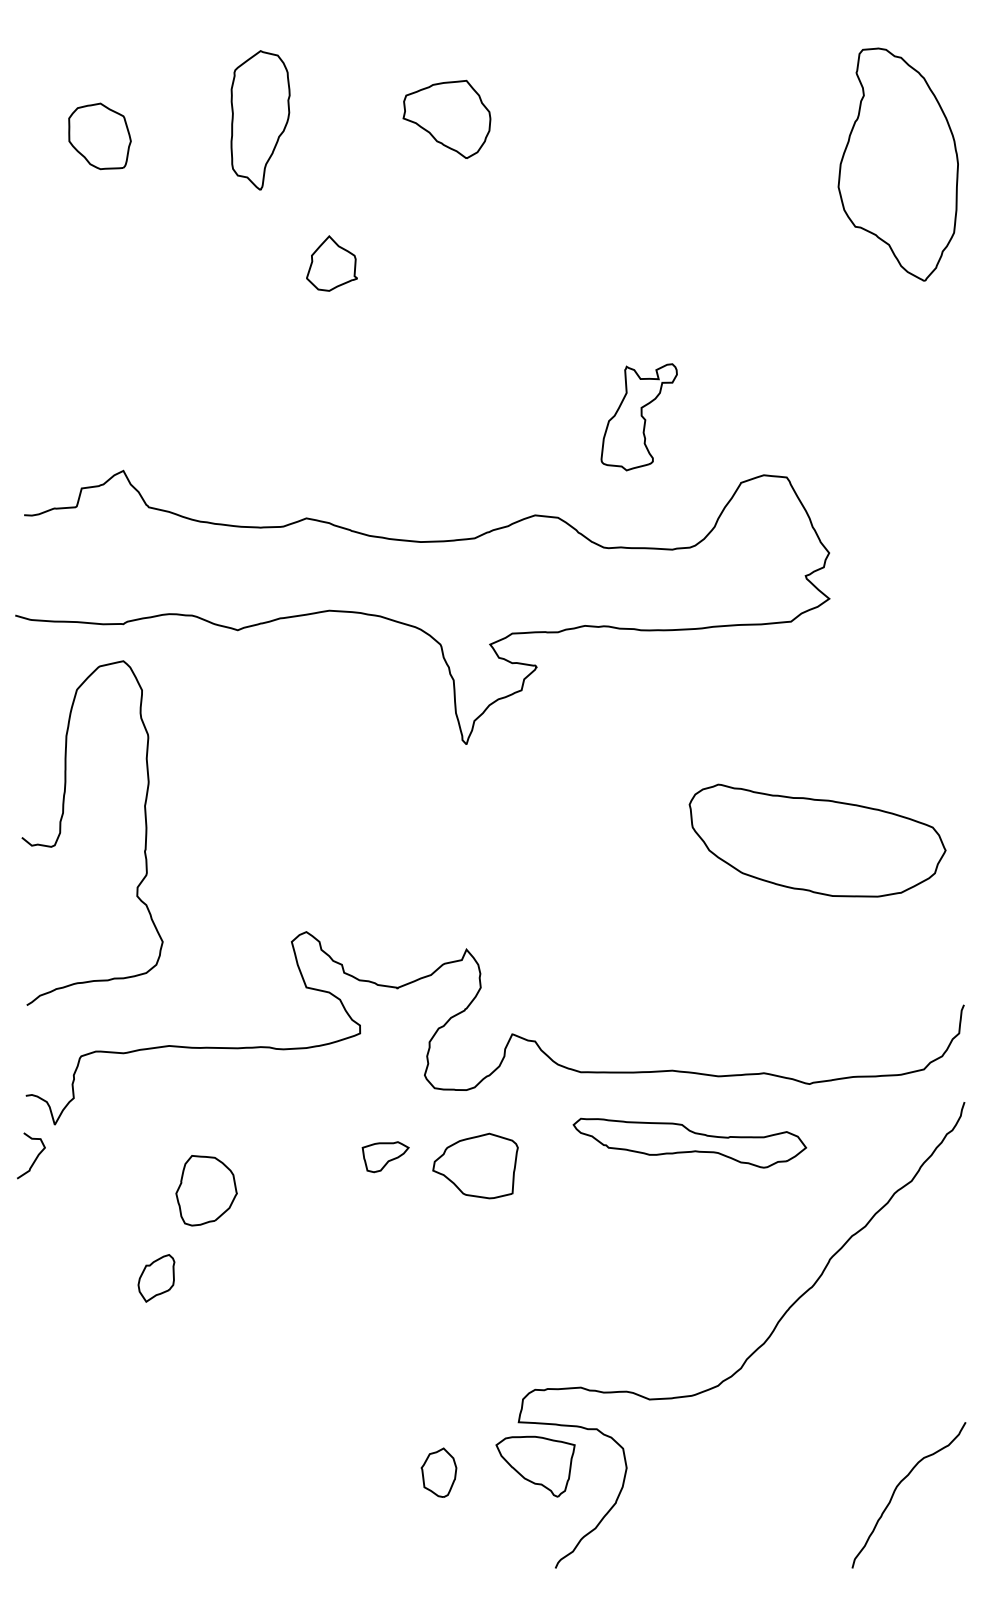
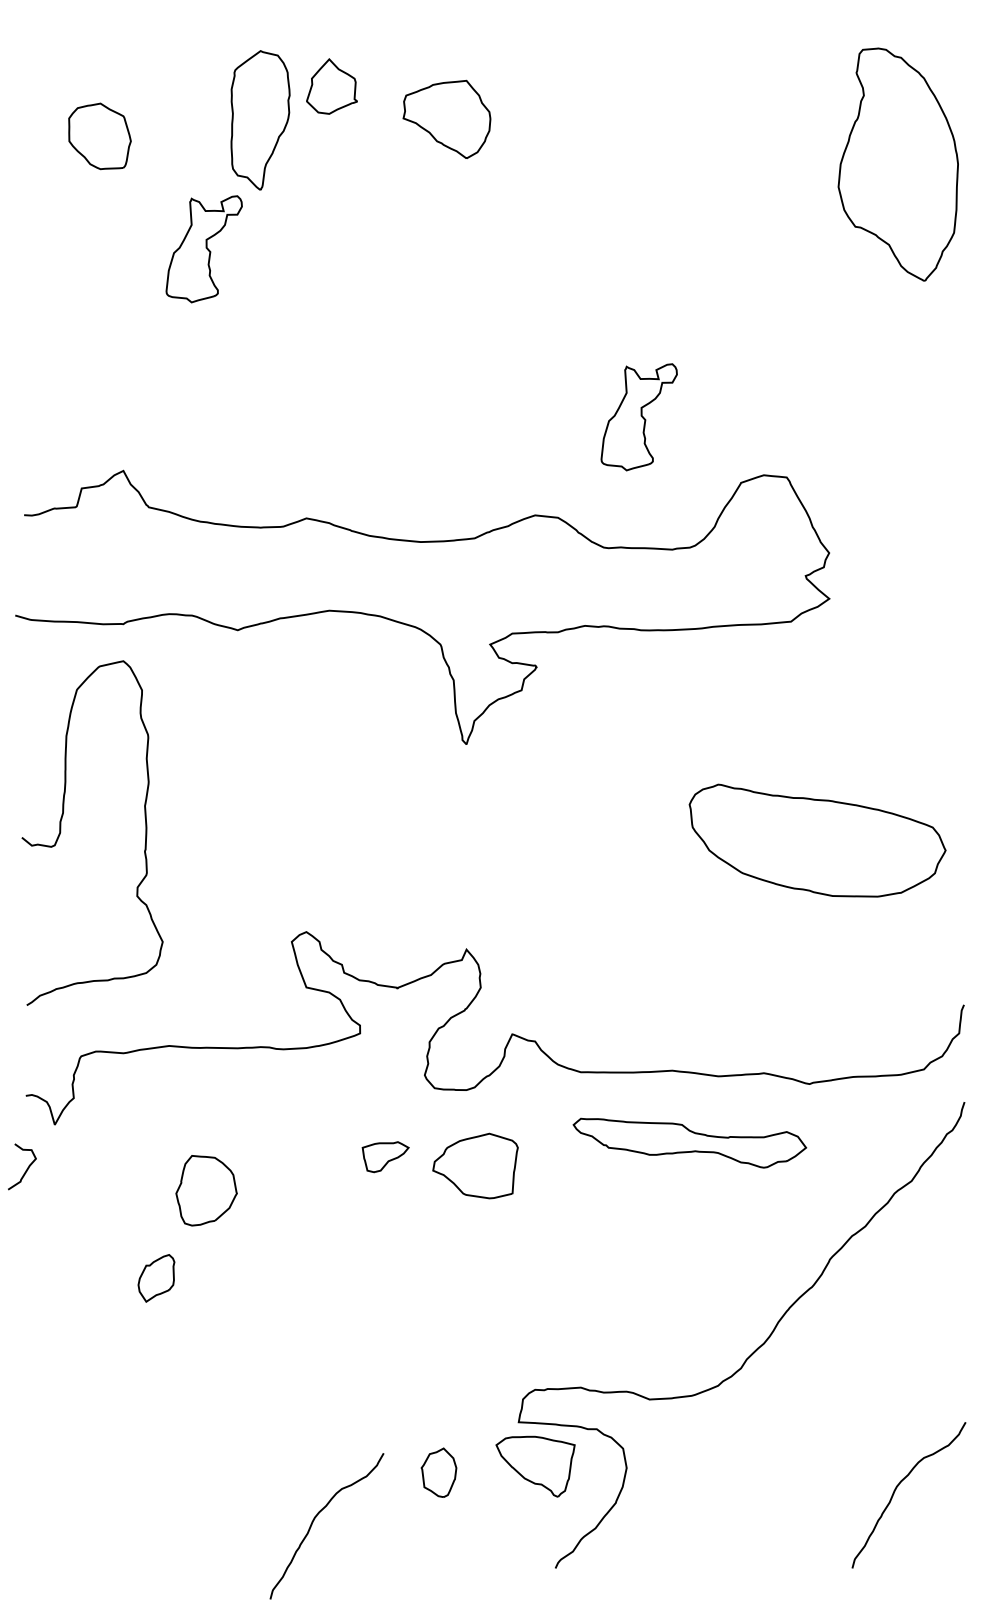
part at (203, 249): none -> present
part at (331, 263) position: (331, 263) -> (331, 86)
curve at (35, 1158) position: (35, 1158) -> (26, 1169)
curve at (314, 1520): none -> present
